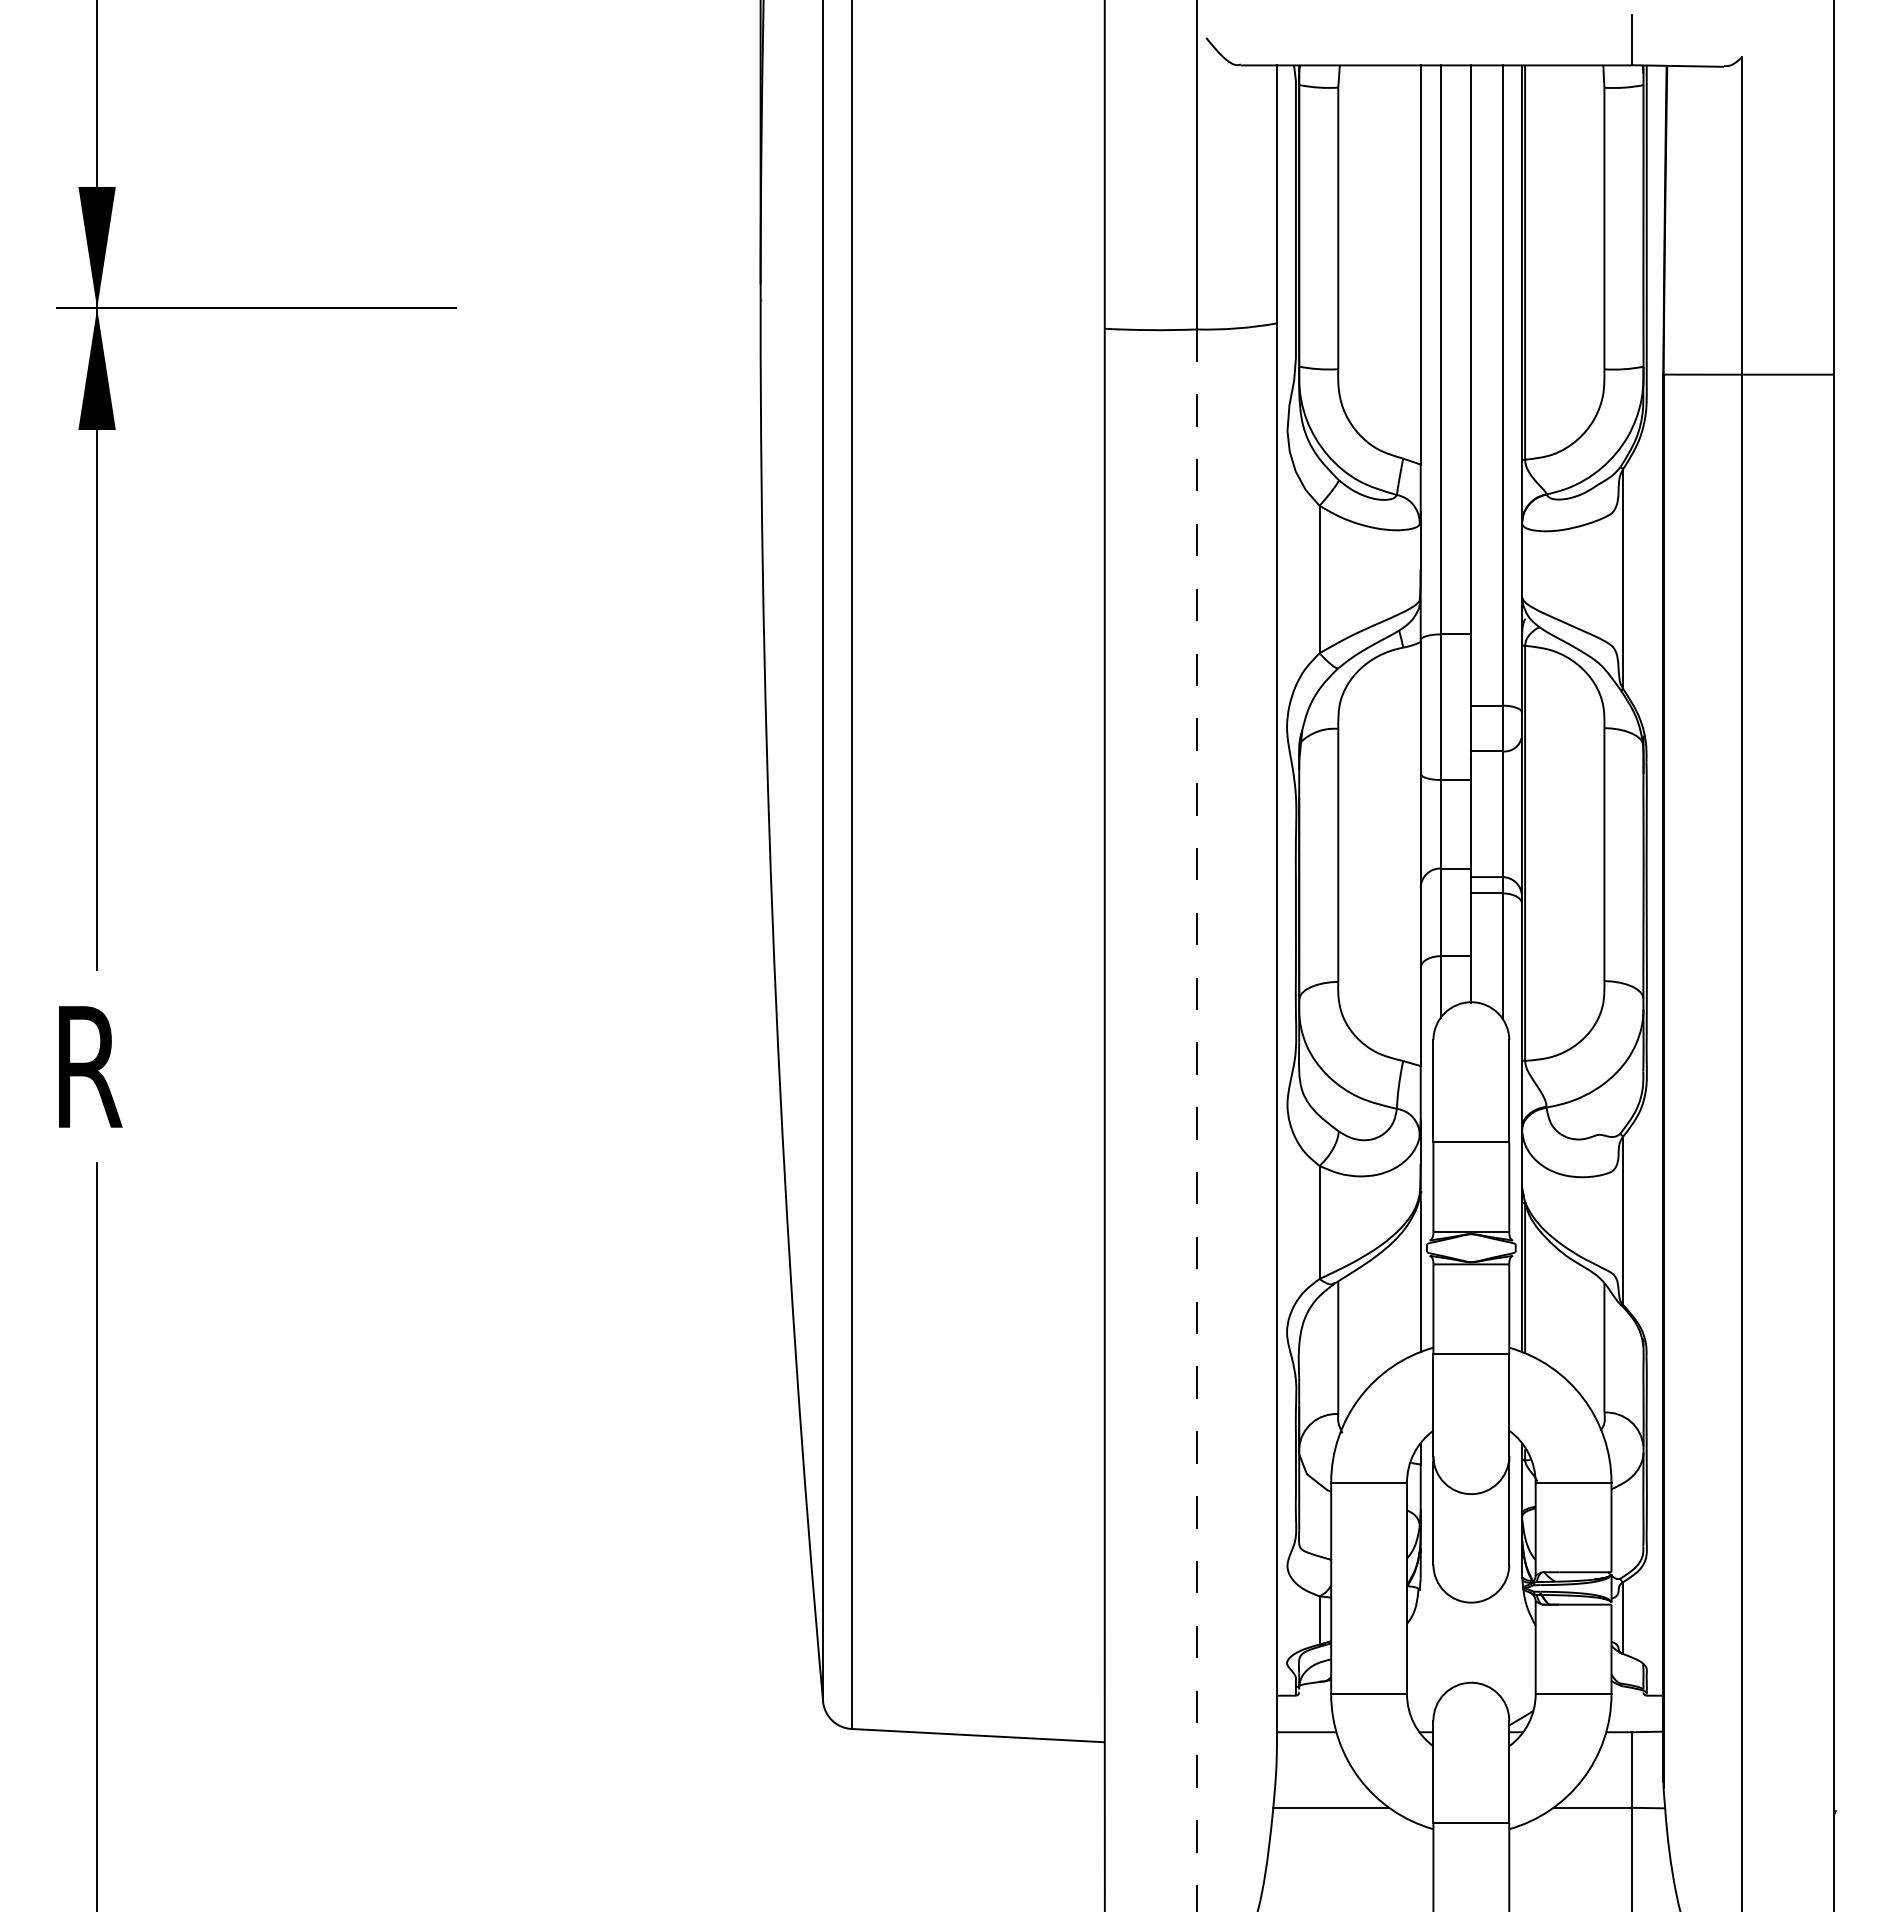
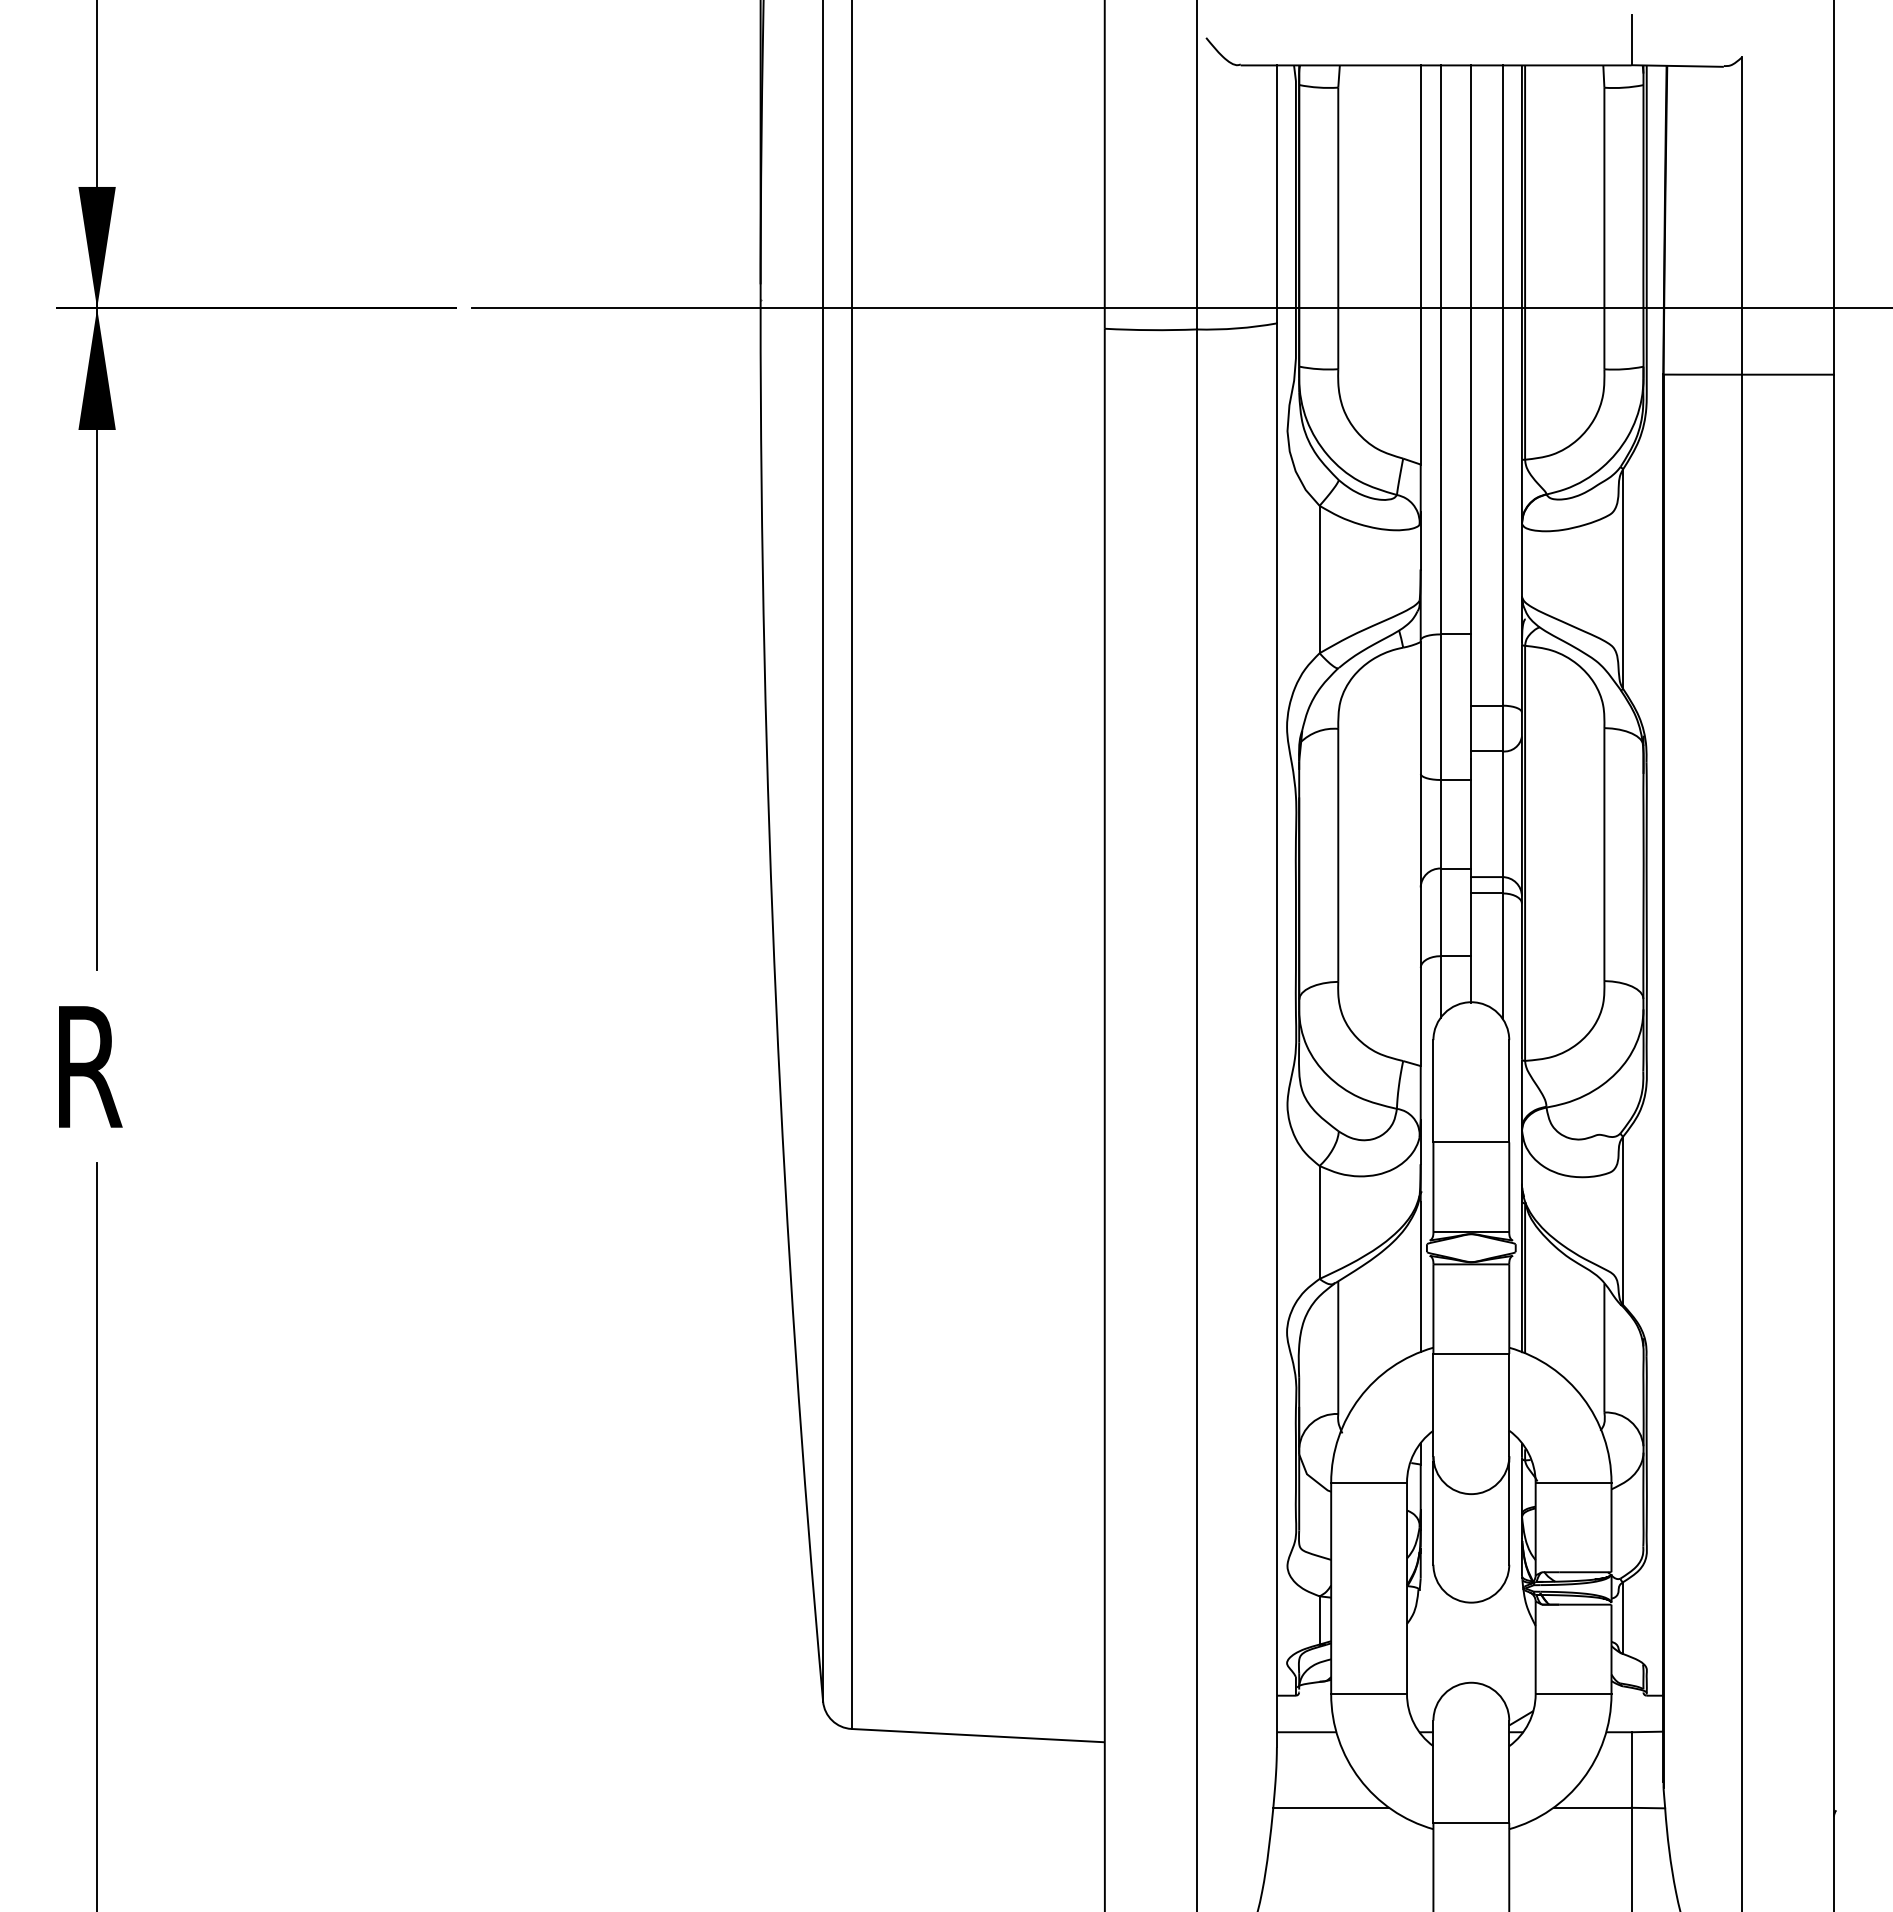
line at (1180, 308): none -> present
line at (1196, 1121): dashed -> solid
